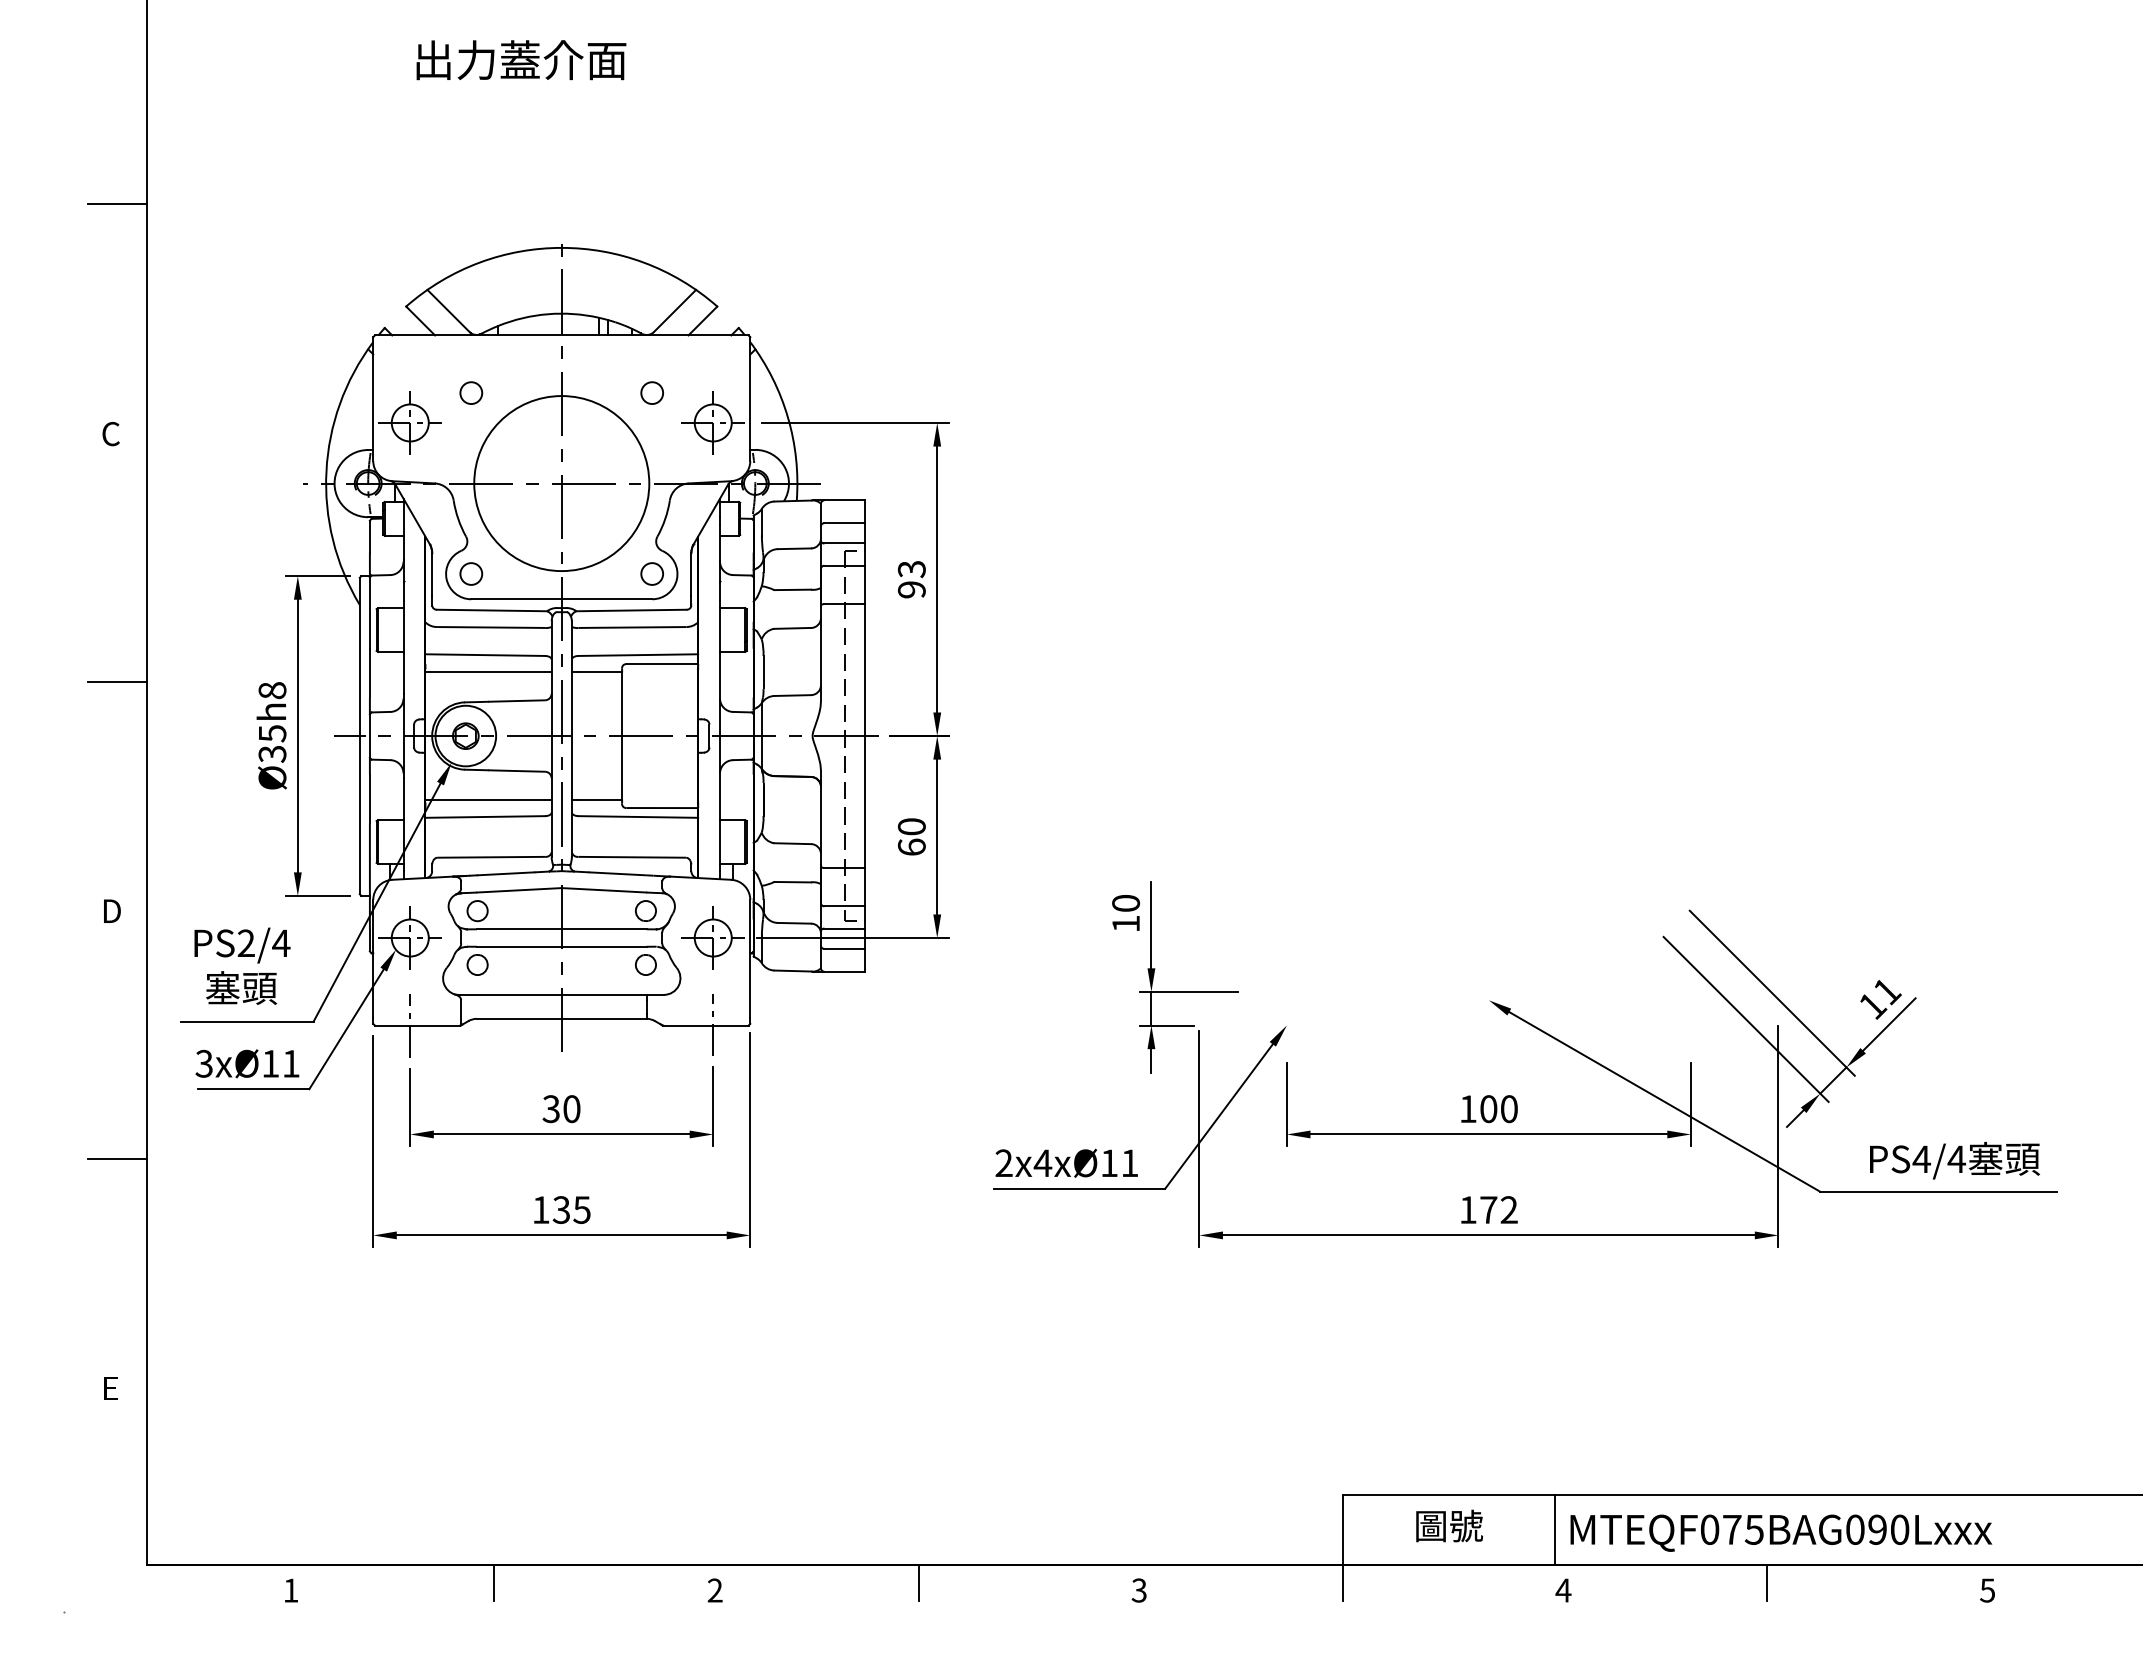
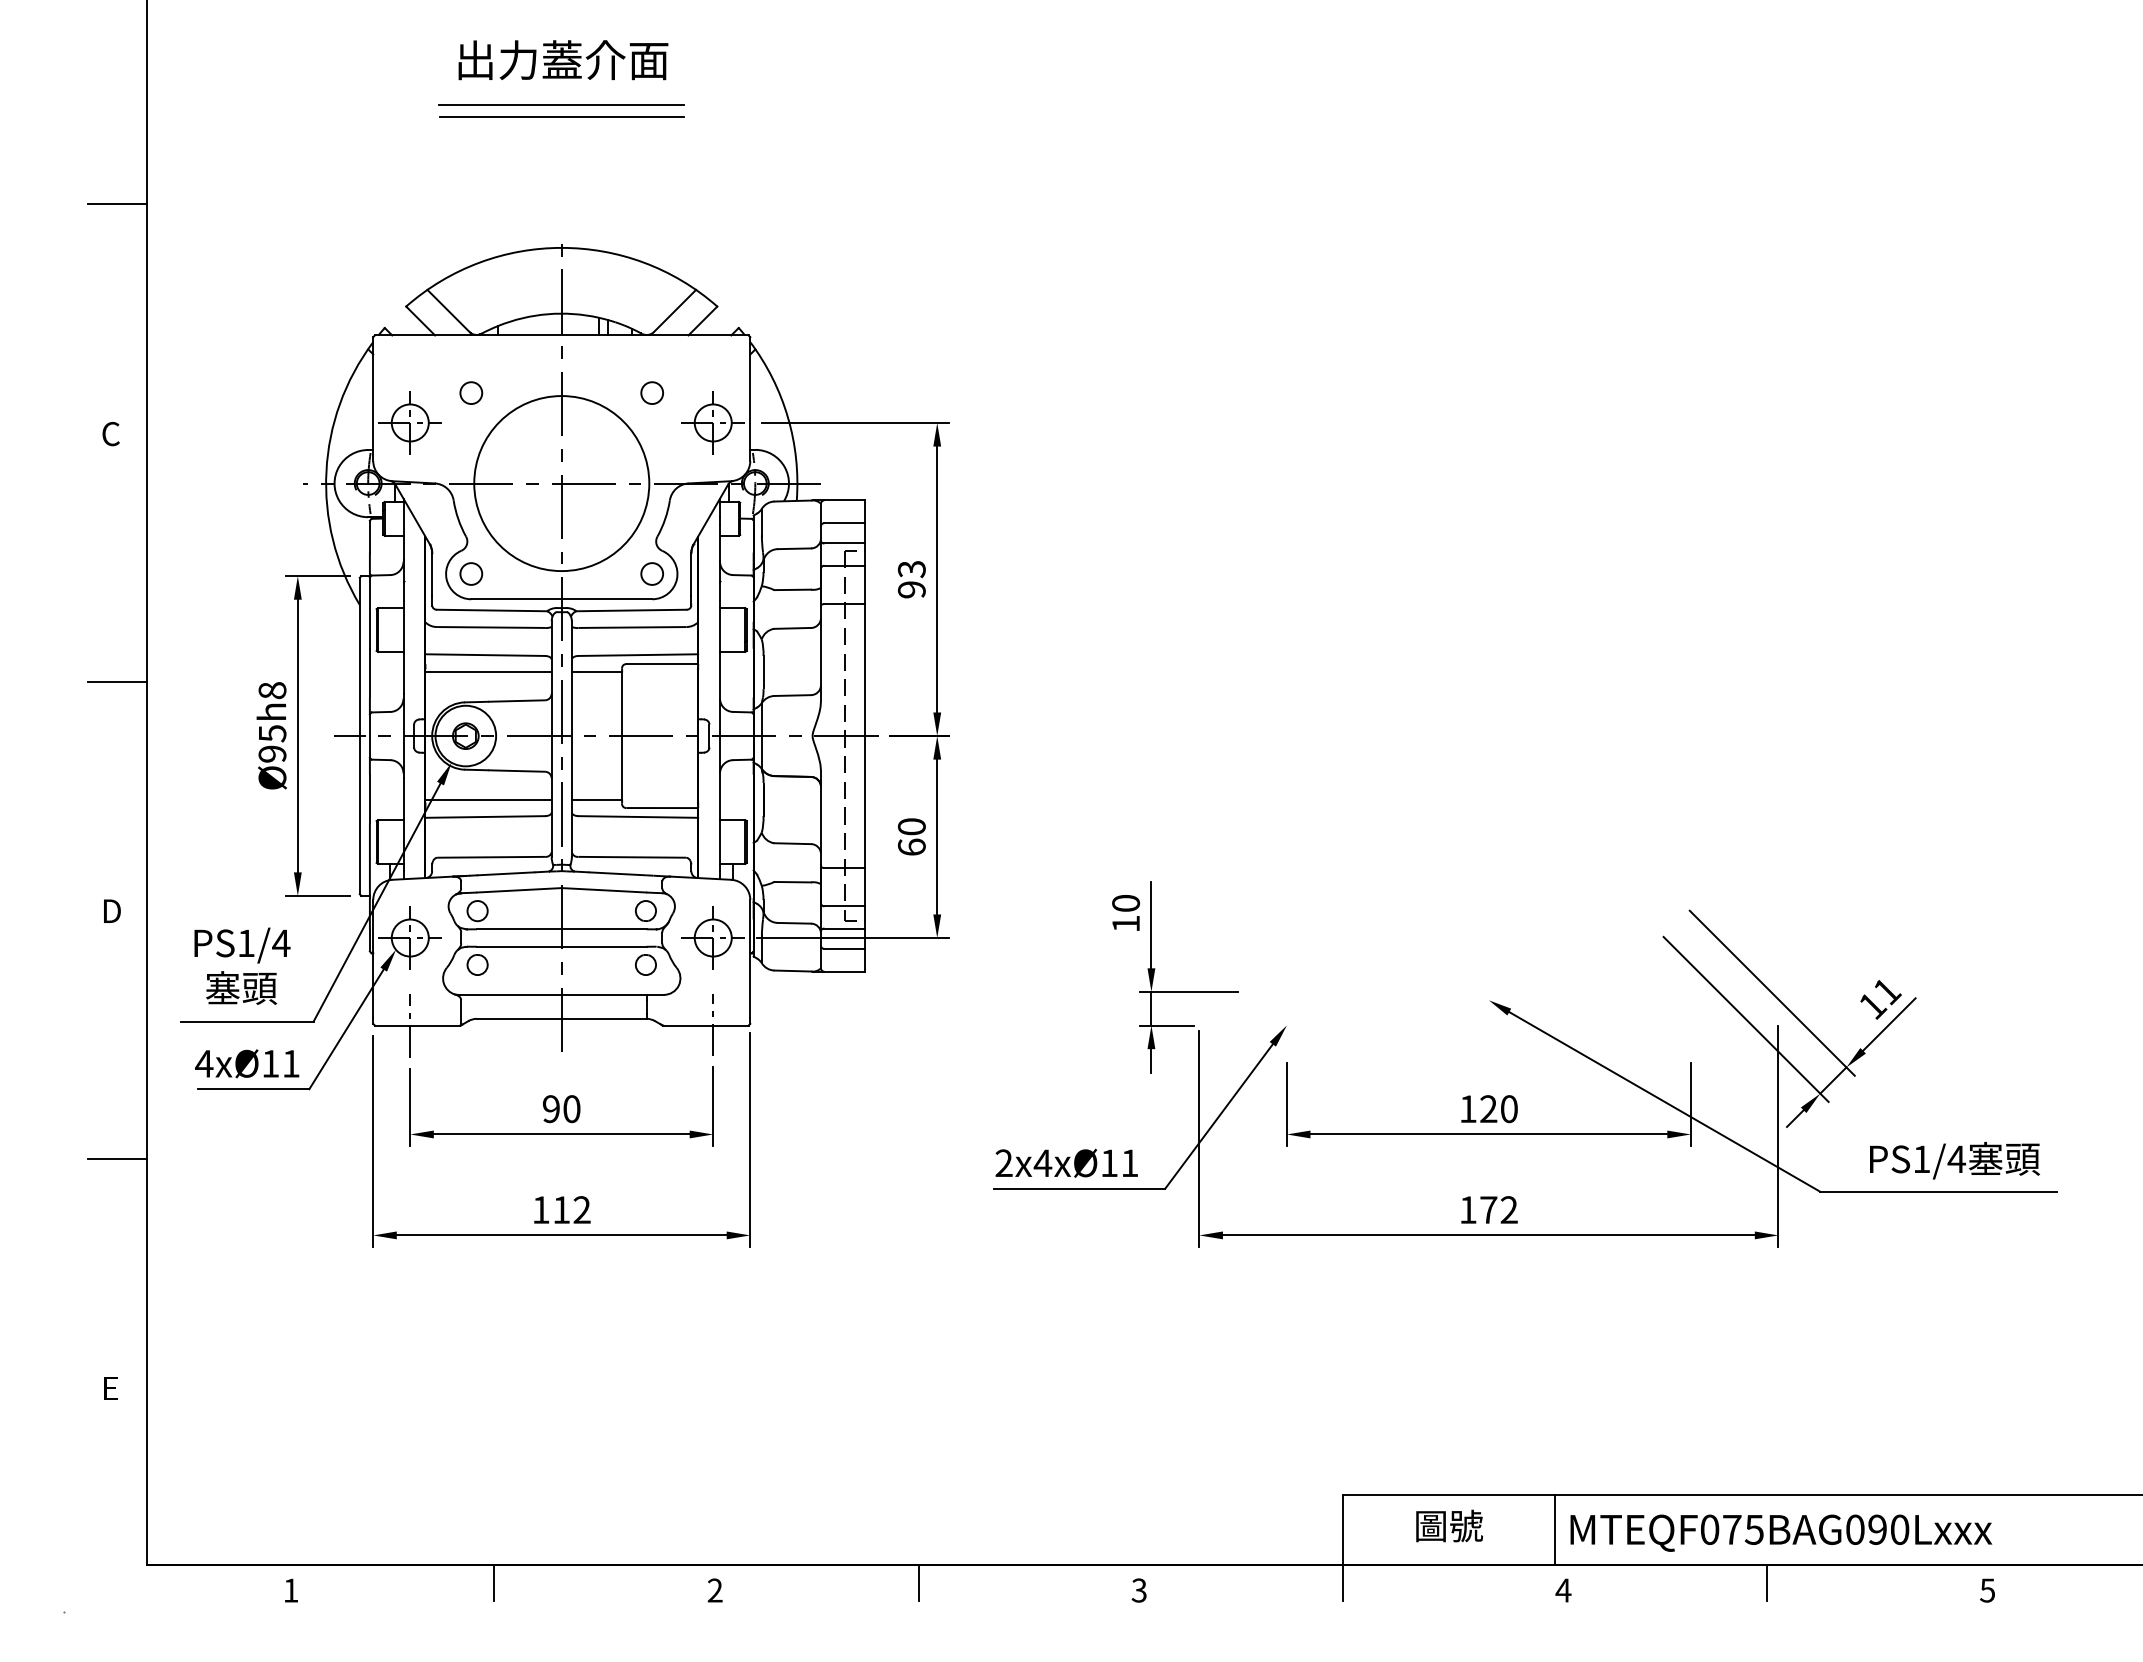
text at (521, 60) position: (521, 60) -> (563, 60)
line at (561, 105): none -> present
line at (561, 116): none -> present
text at (272, 753): Ø35h8 -> Ø95h8
text at (245, 942): PS2/4 -> PS1/4
text at (204, 1063): 3xØ11 -> 4xØ11
text at (550, 1109): 30 -> 90
text at (1488, 1109): 100 -> 120
text at (1921, 1158): PS4/4 -> PS1/4
text at (571, 1209): 135 -> 112
